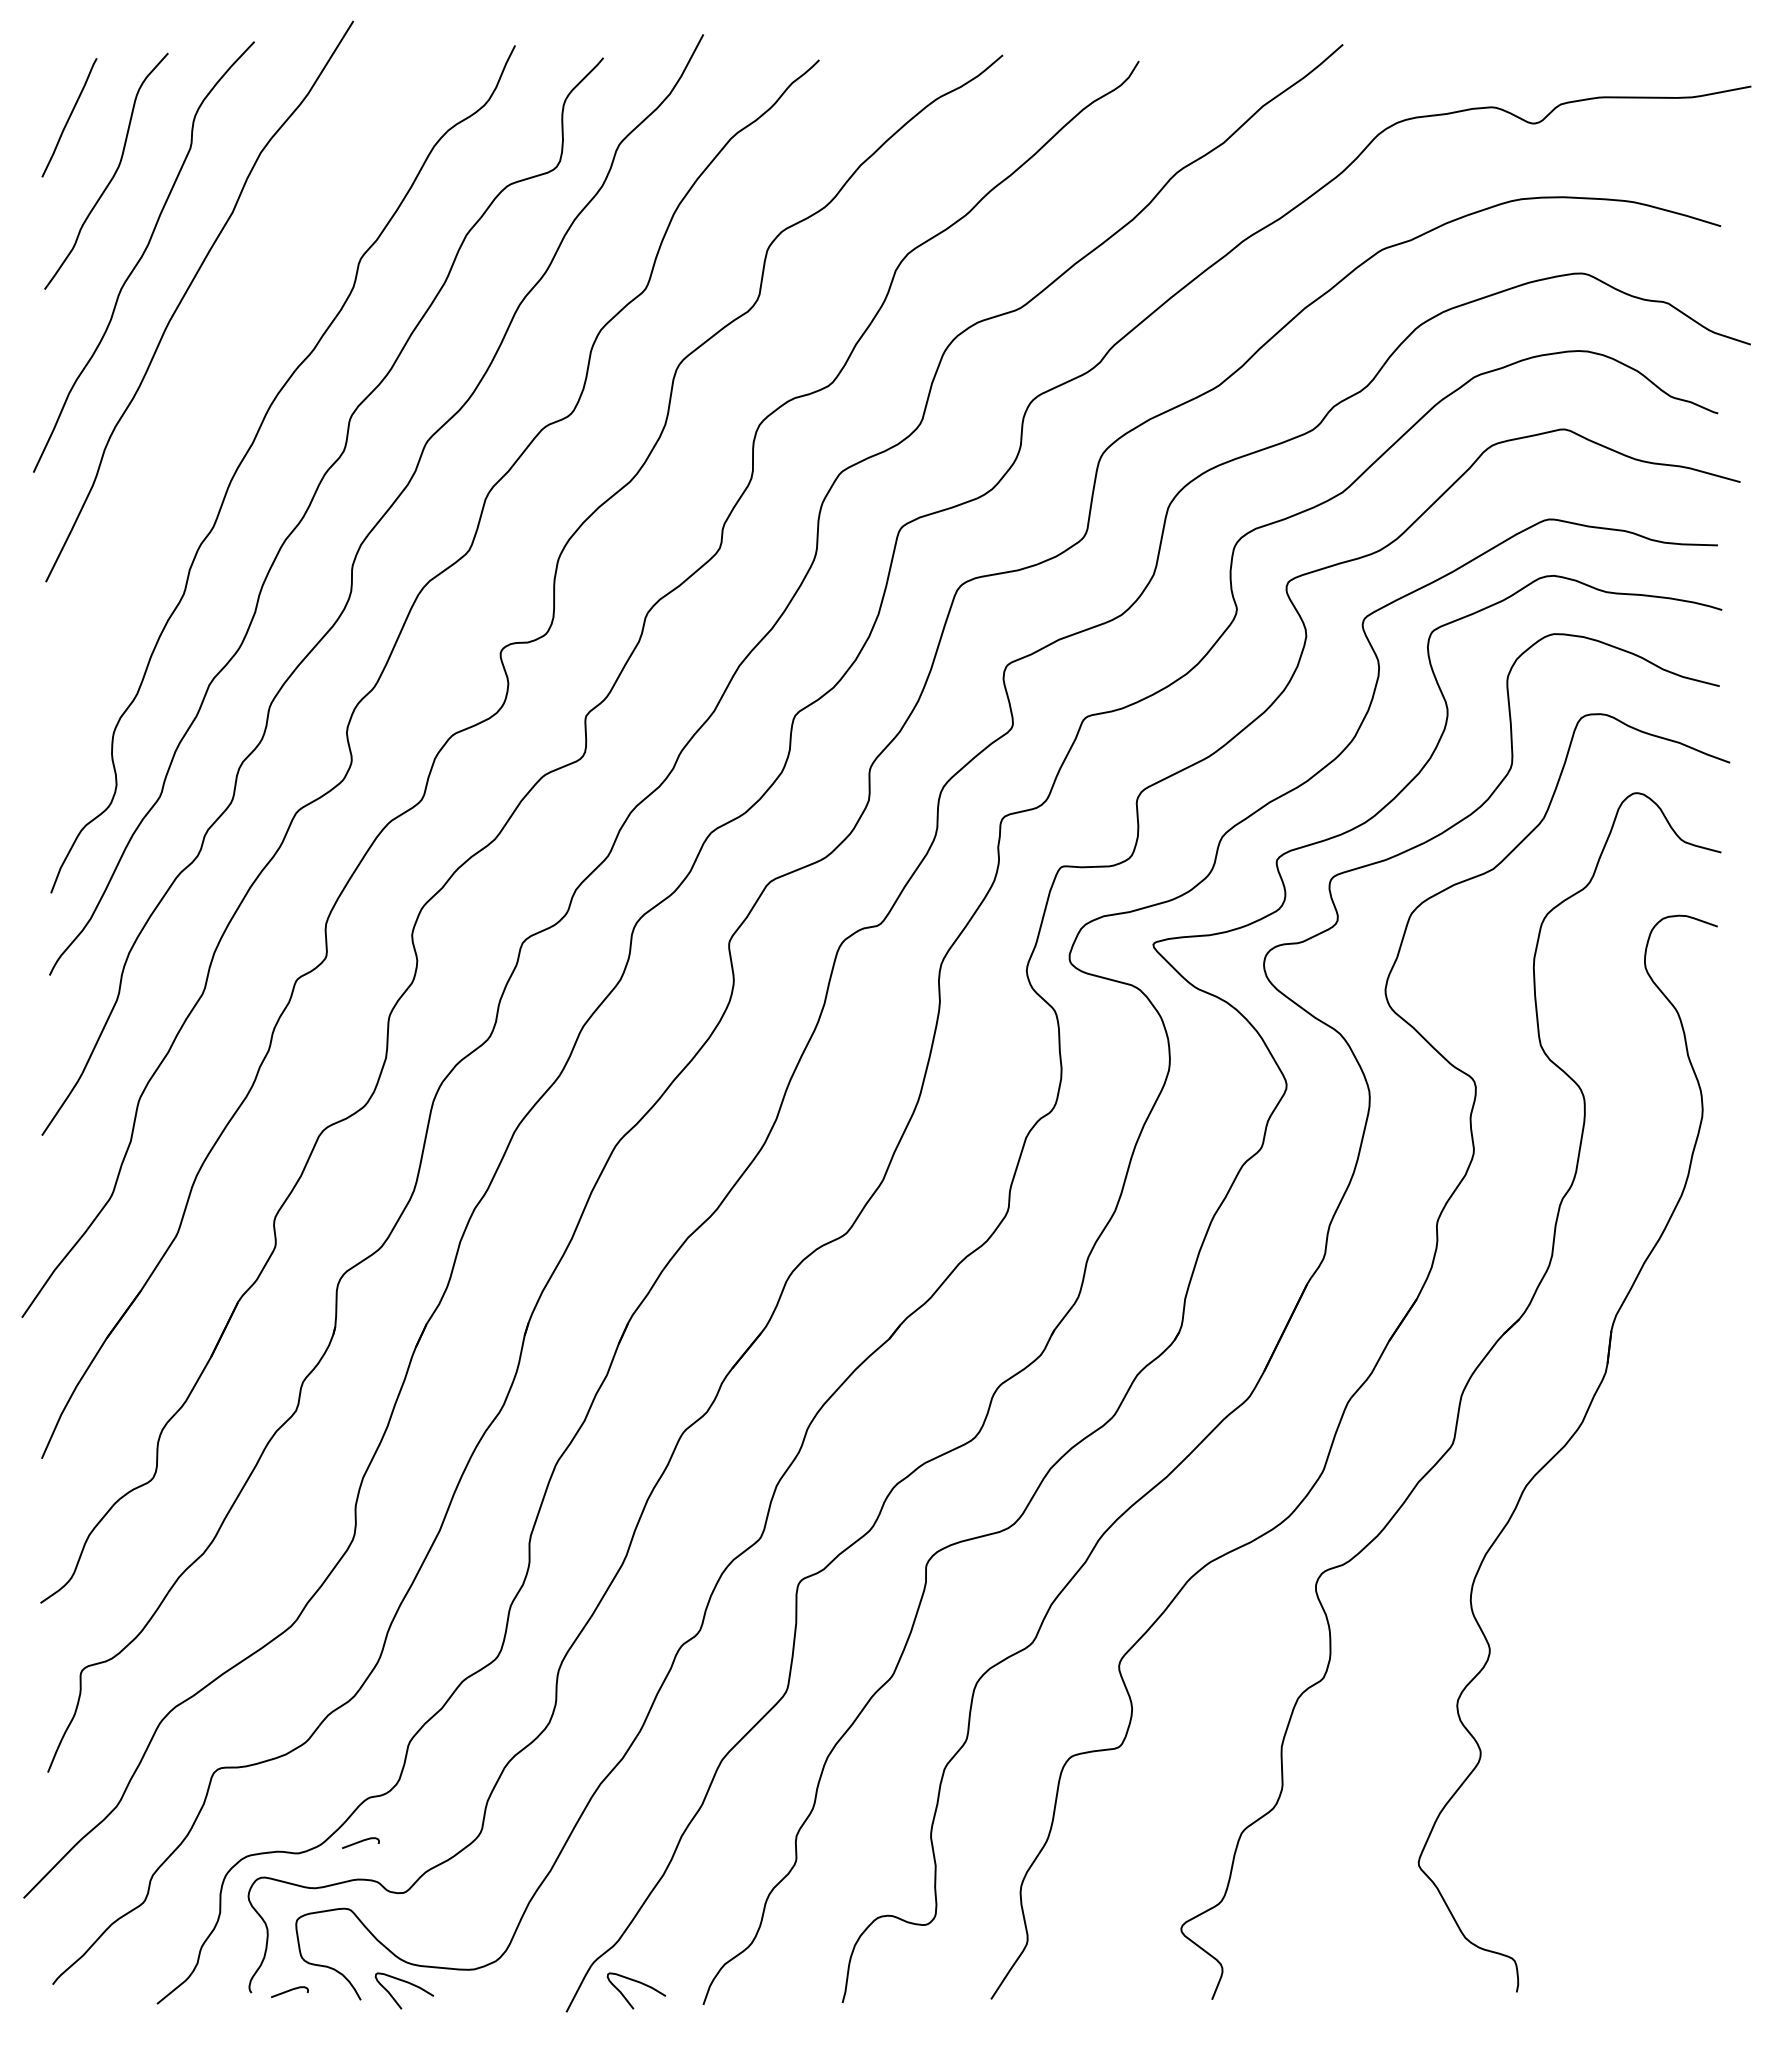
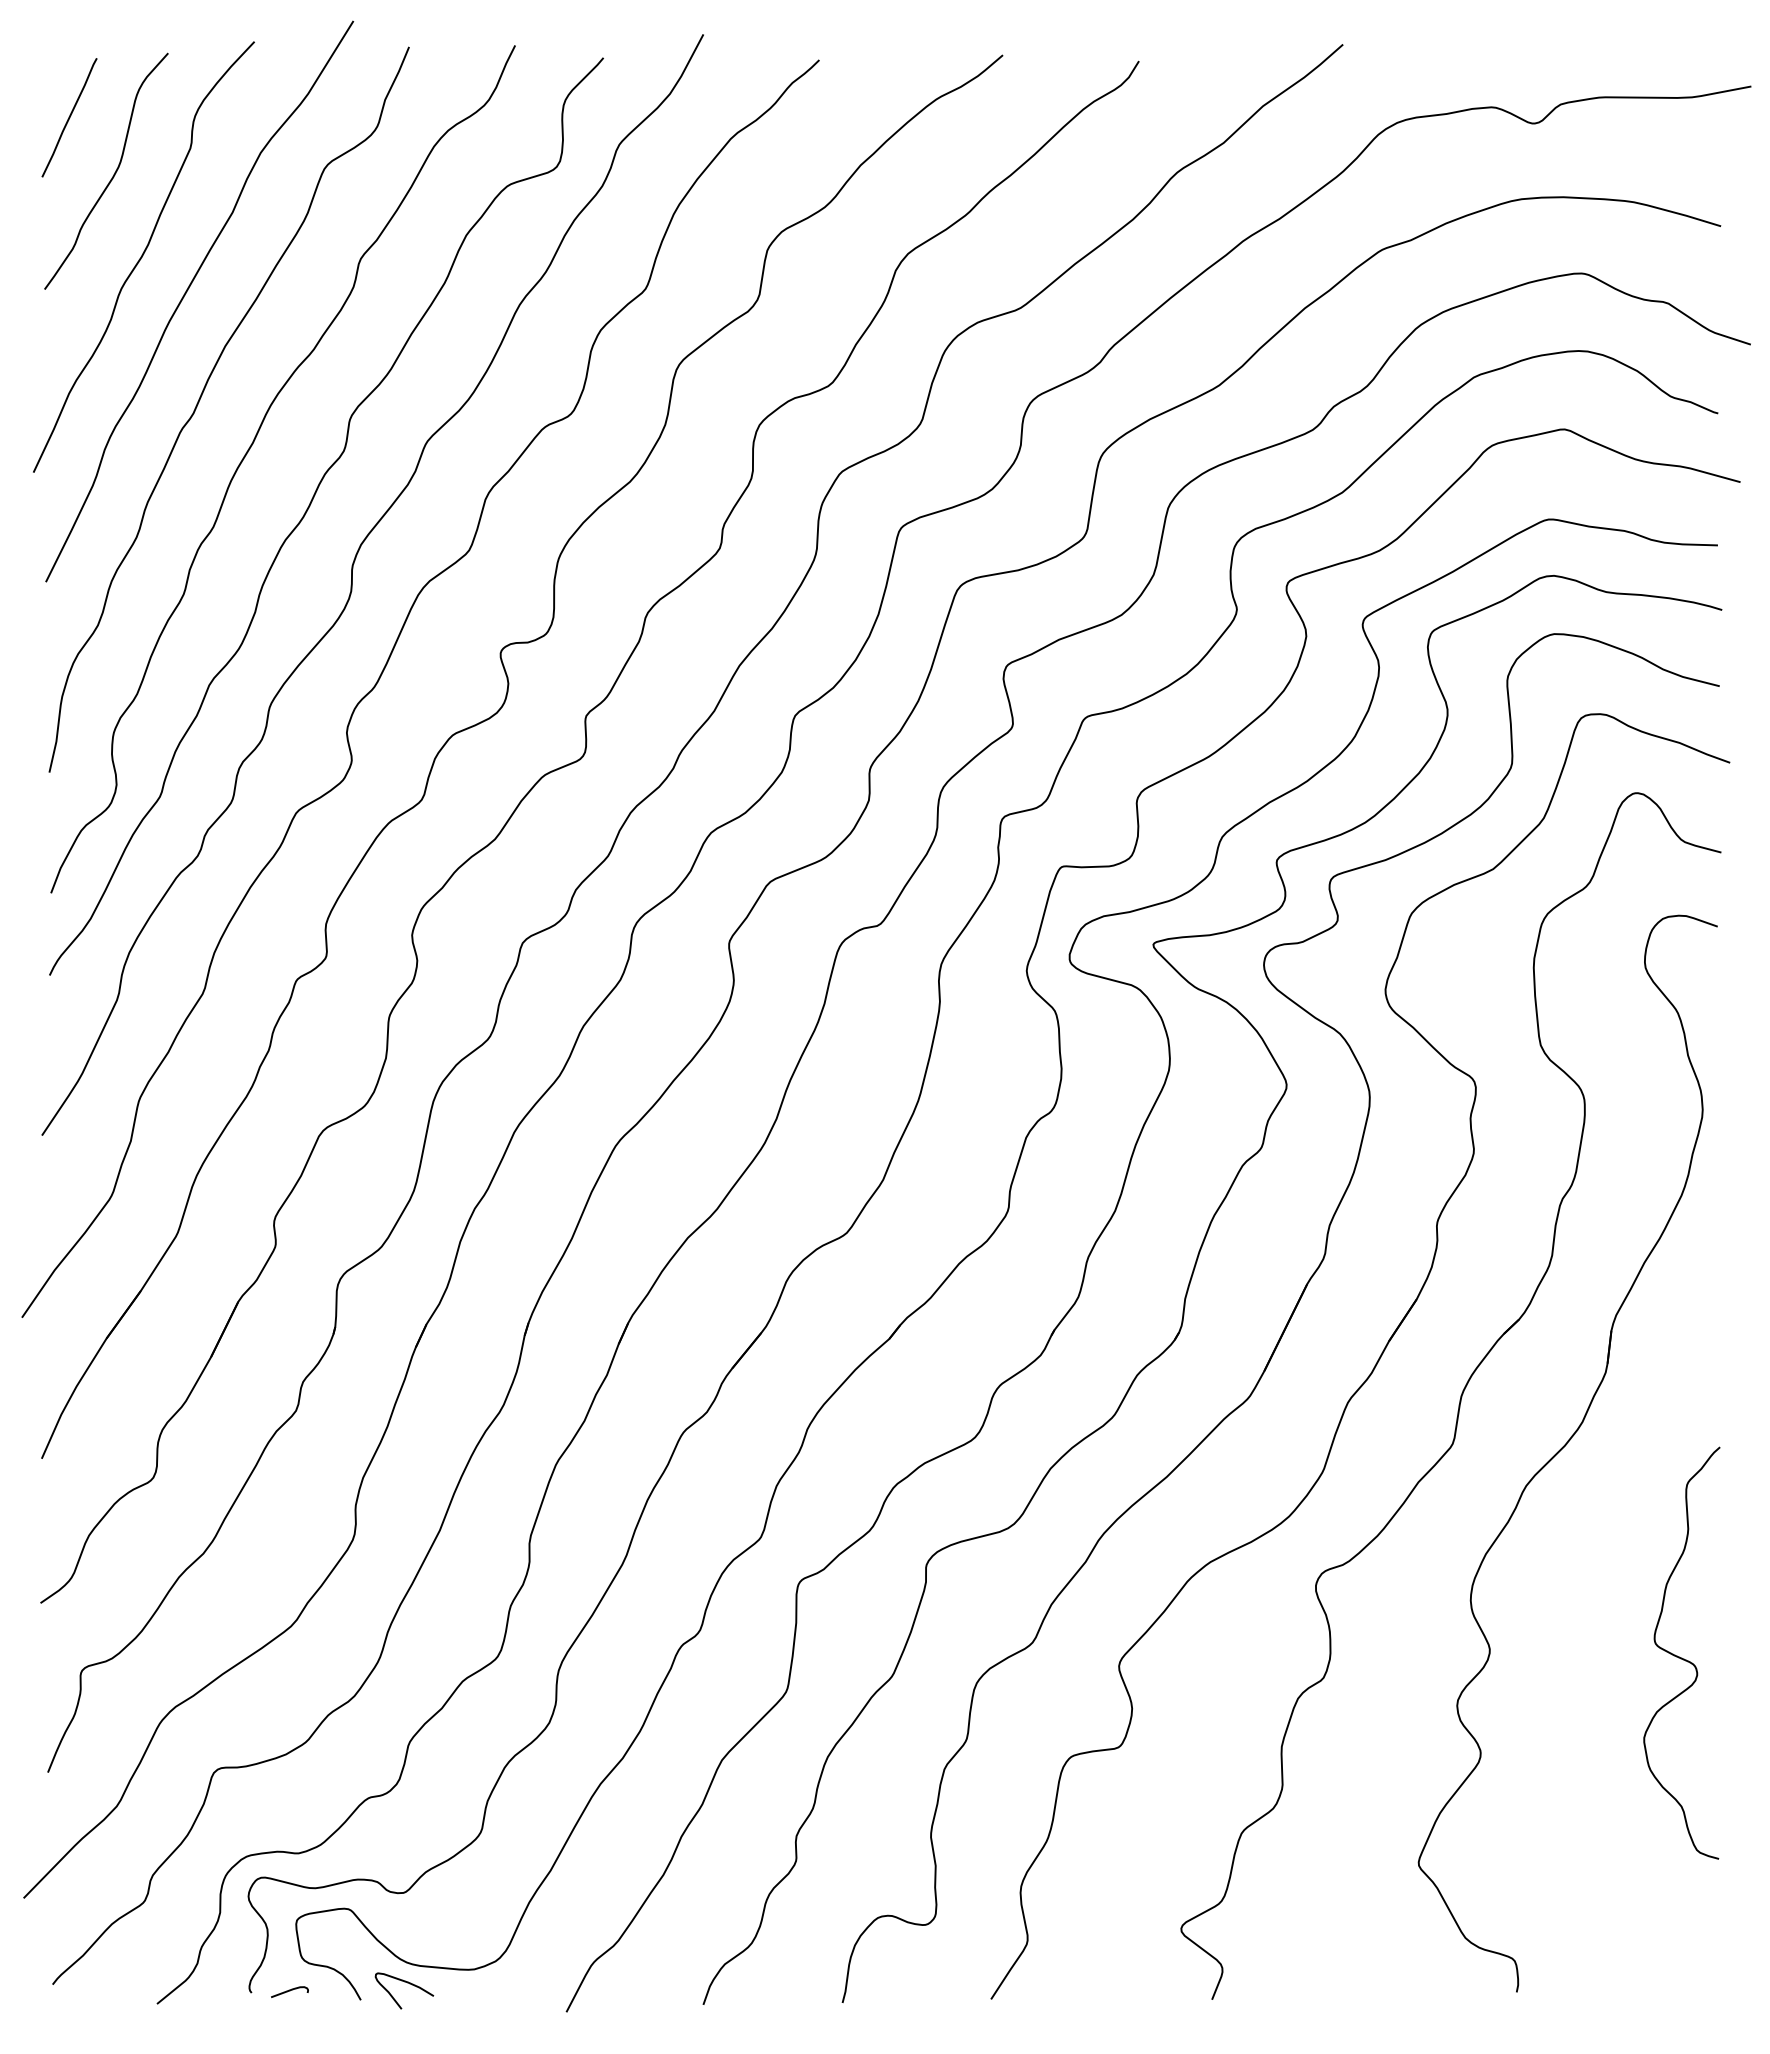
curve at (200, 400): none -> present
curve at (1679, 1656): none -> present
curve at (360, 1842): present -> none
curve at (639, 1983): present -> none
